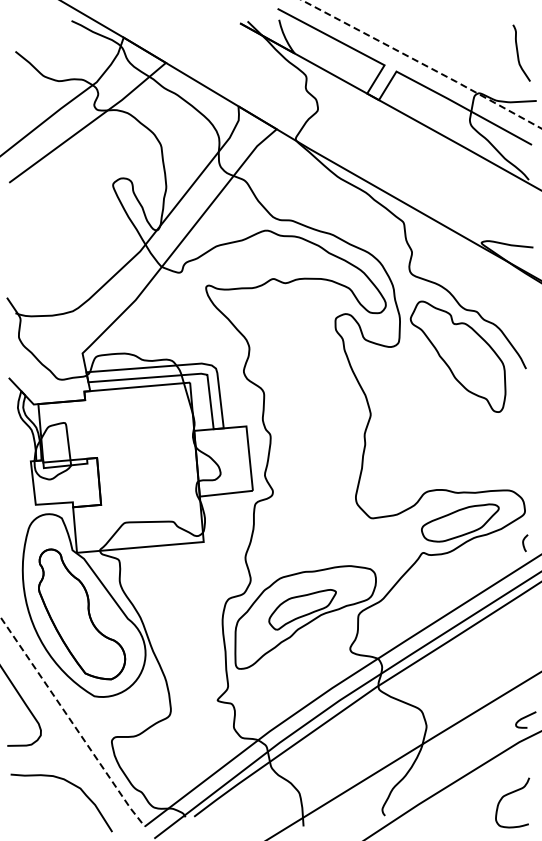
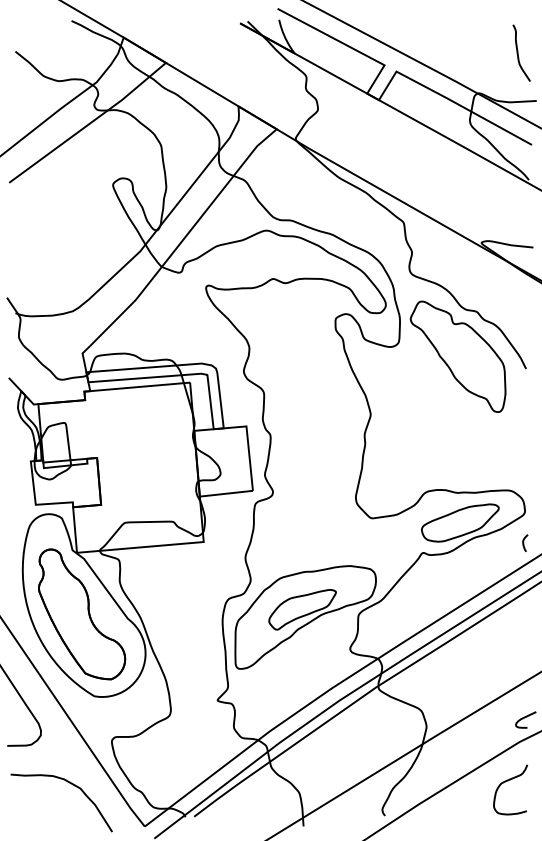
line at (422, 63): dashed -> solid
line at (72, 723): dashed -> solid
curve at (510, 794) position: (510, 794) -> (508, 781)
